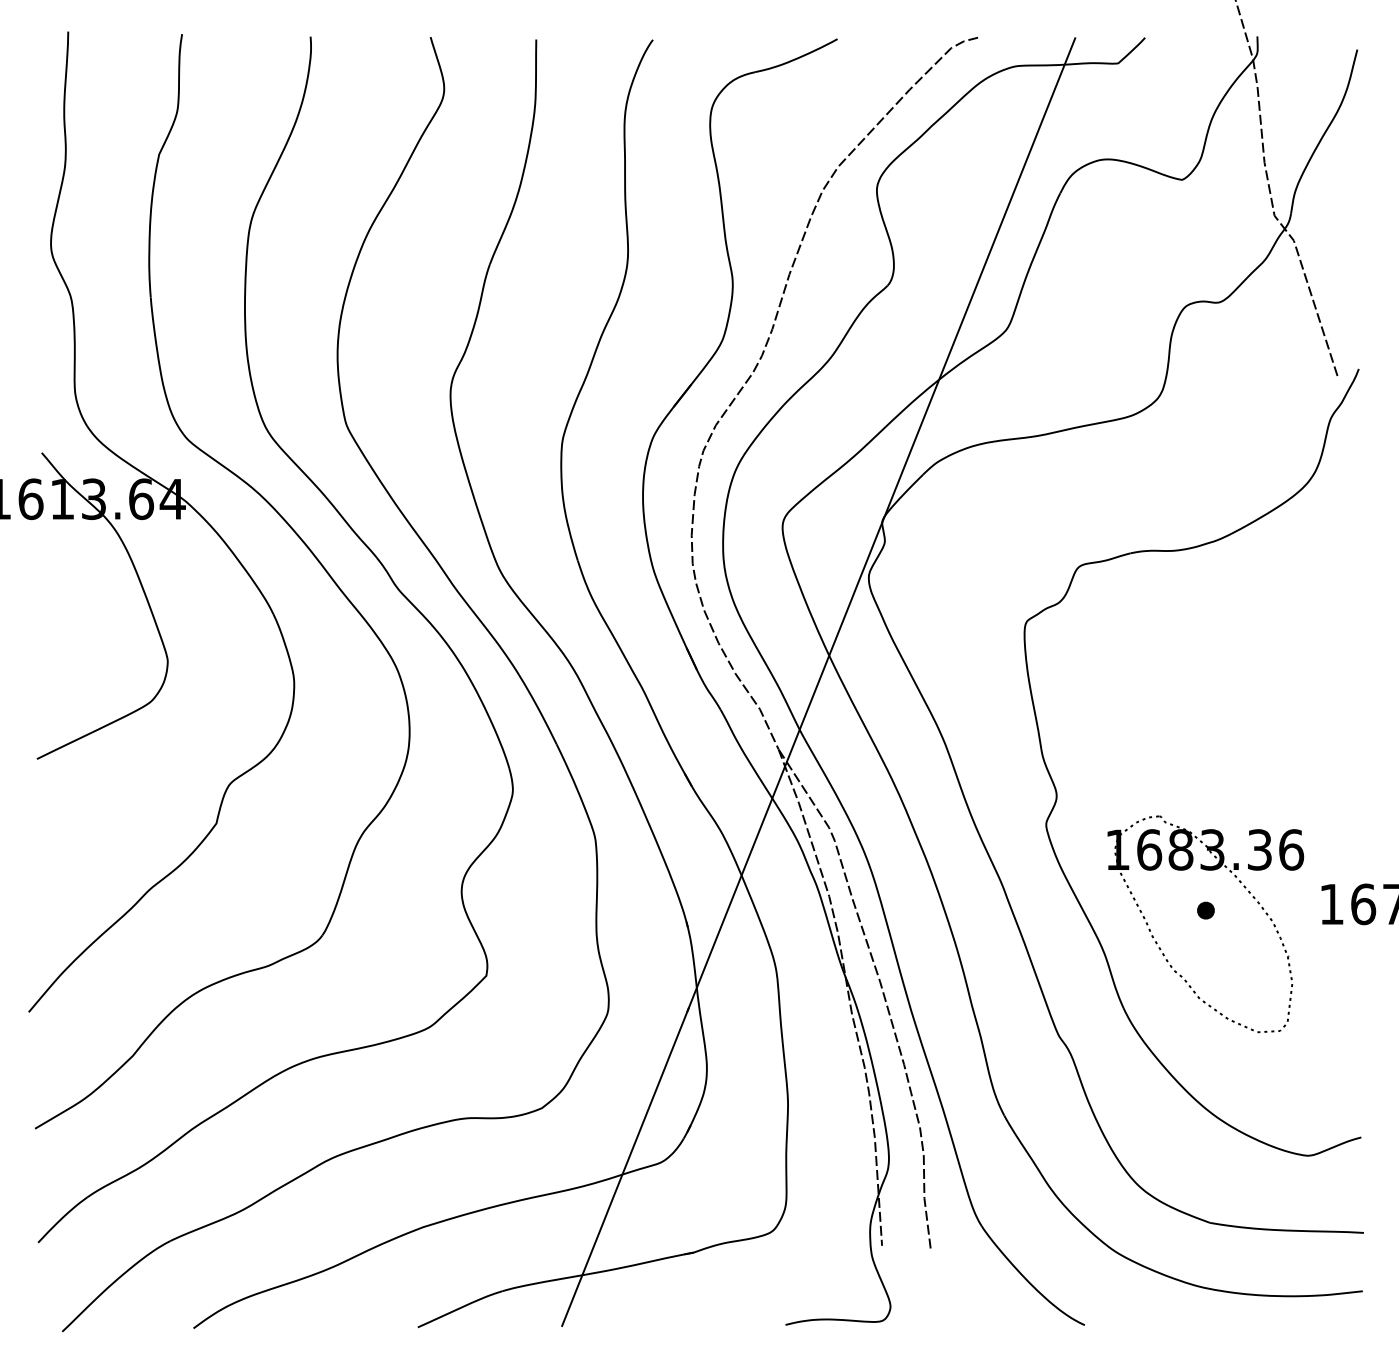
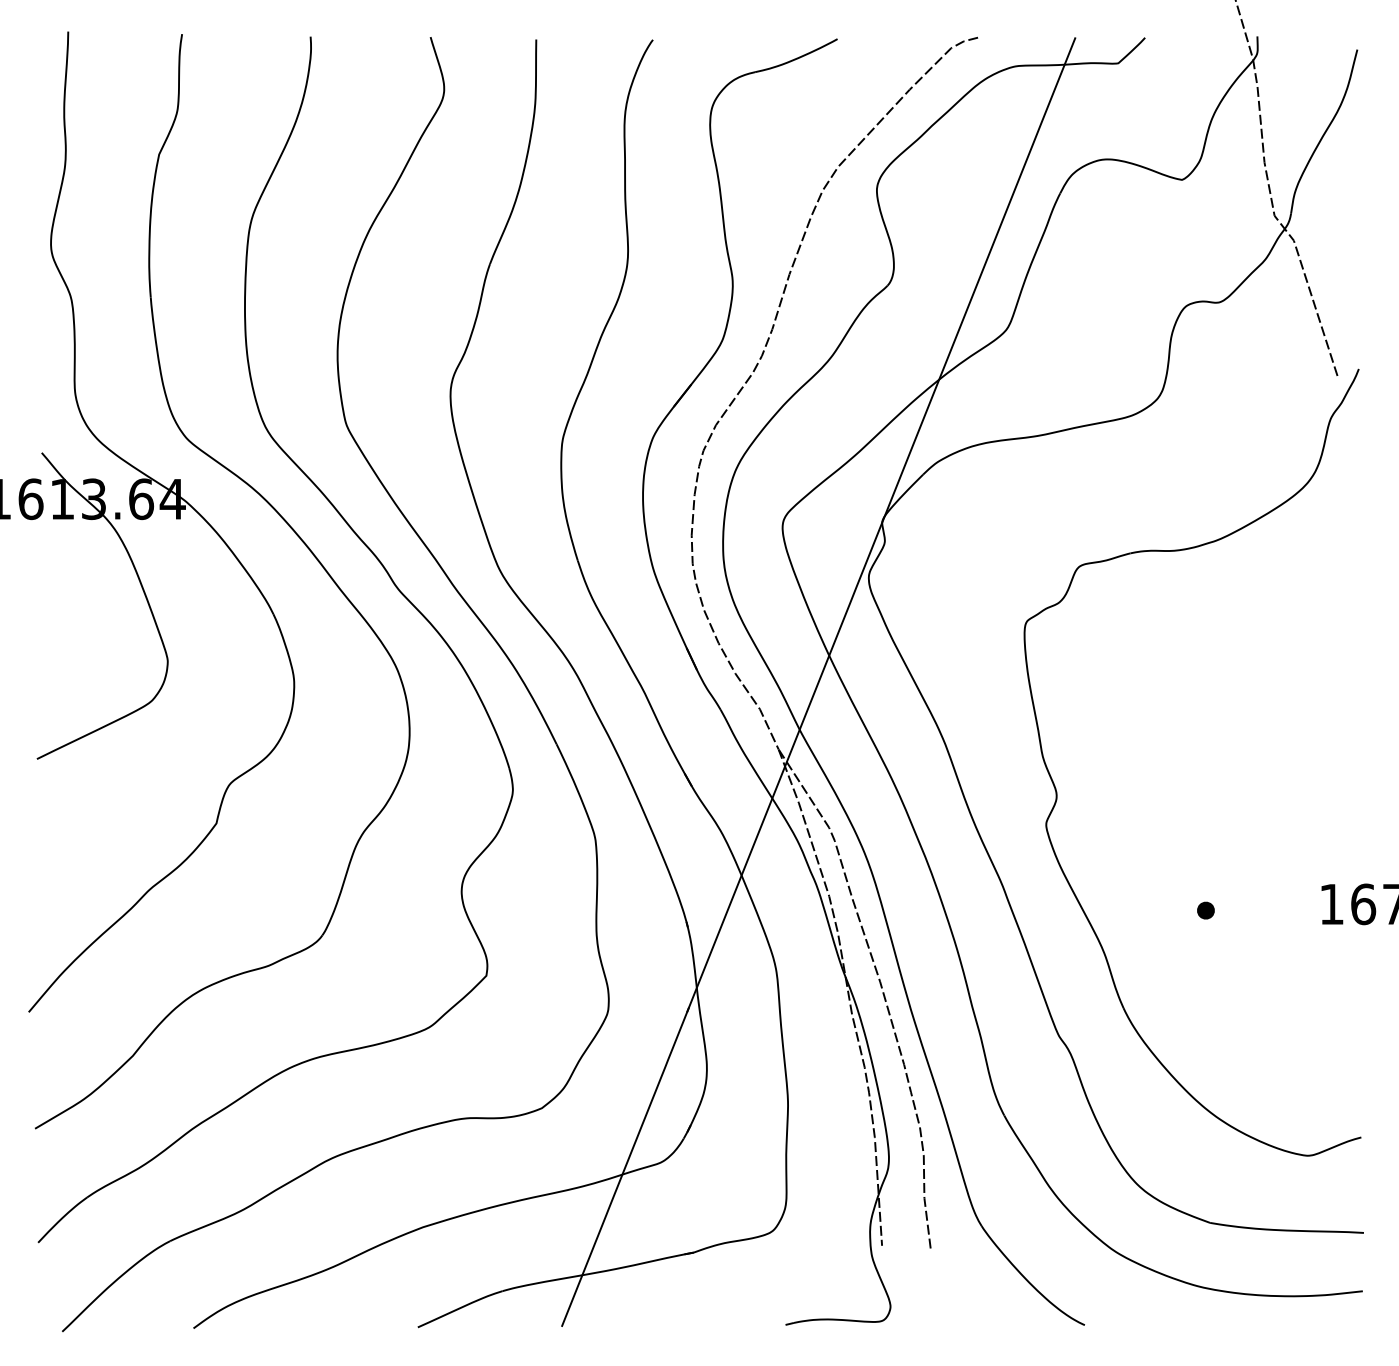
part at (1160, 947): present -> none
